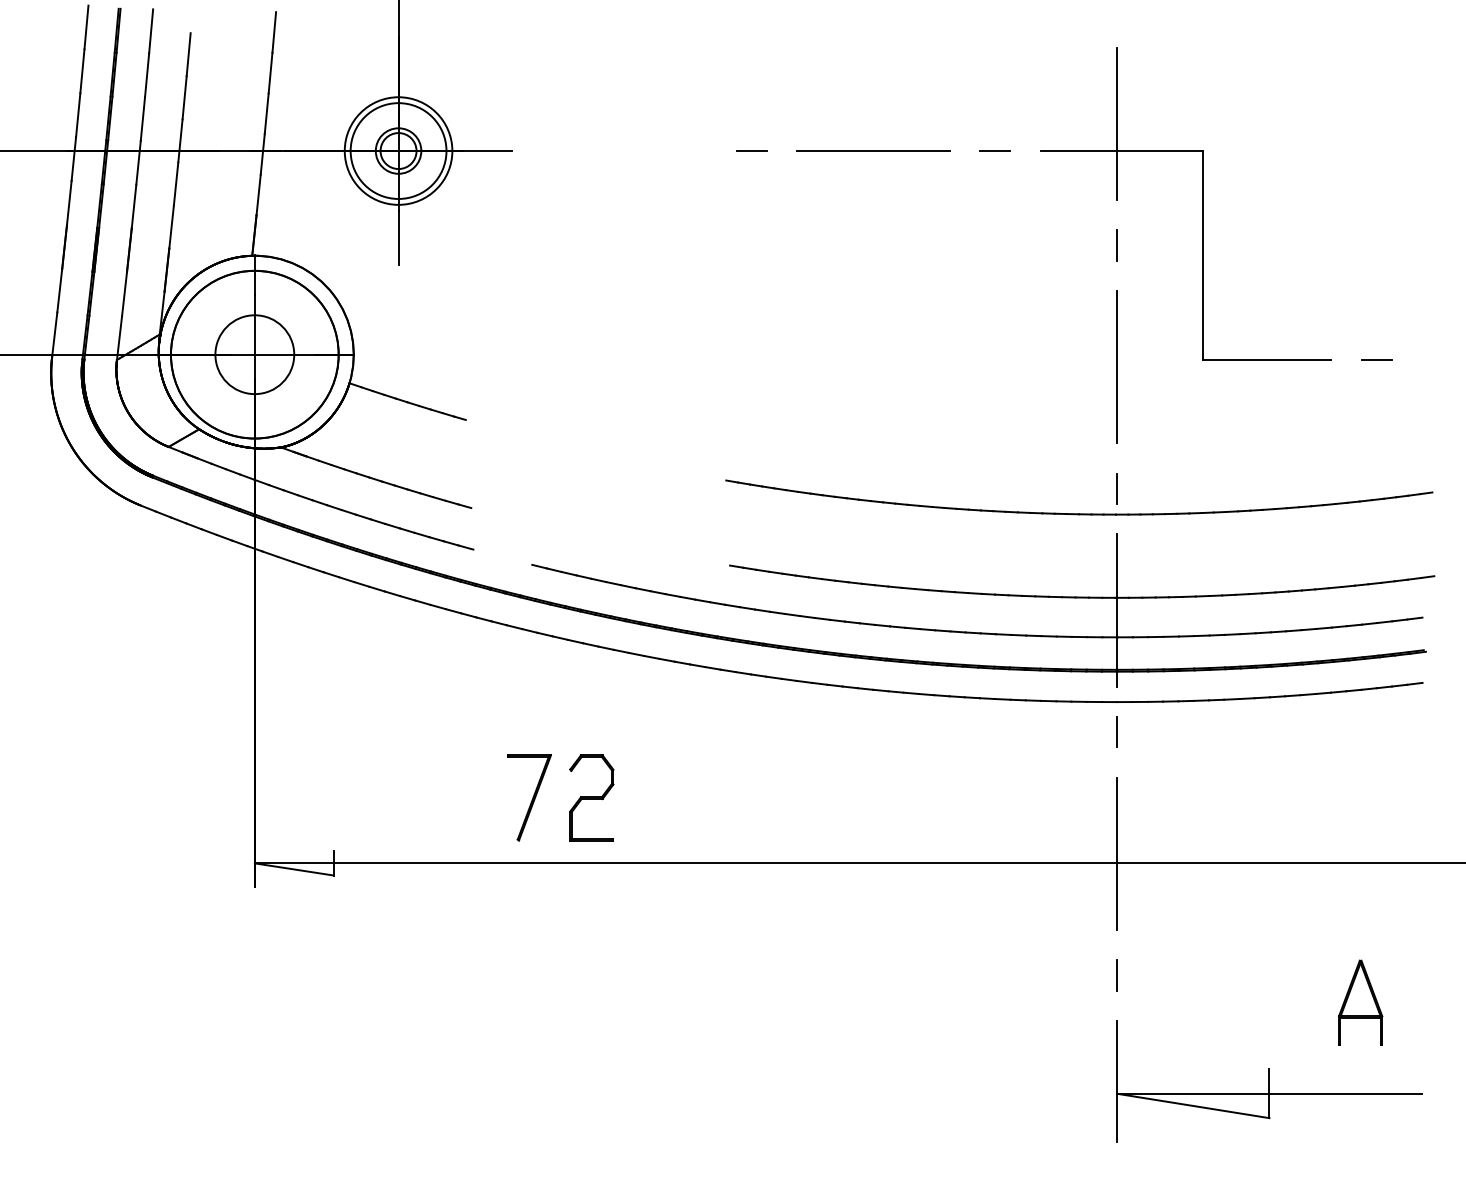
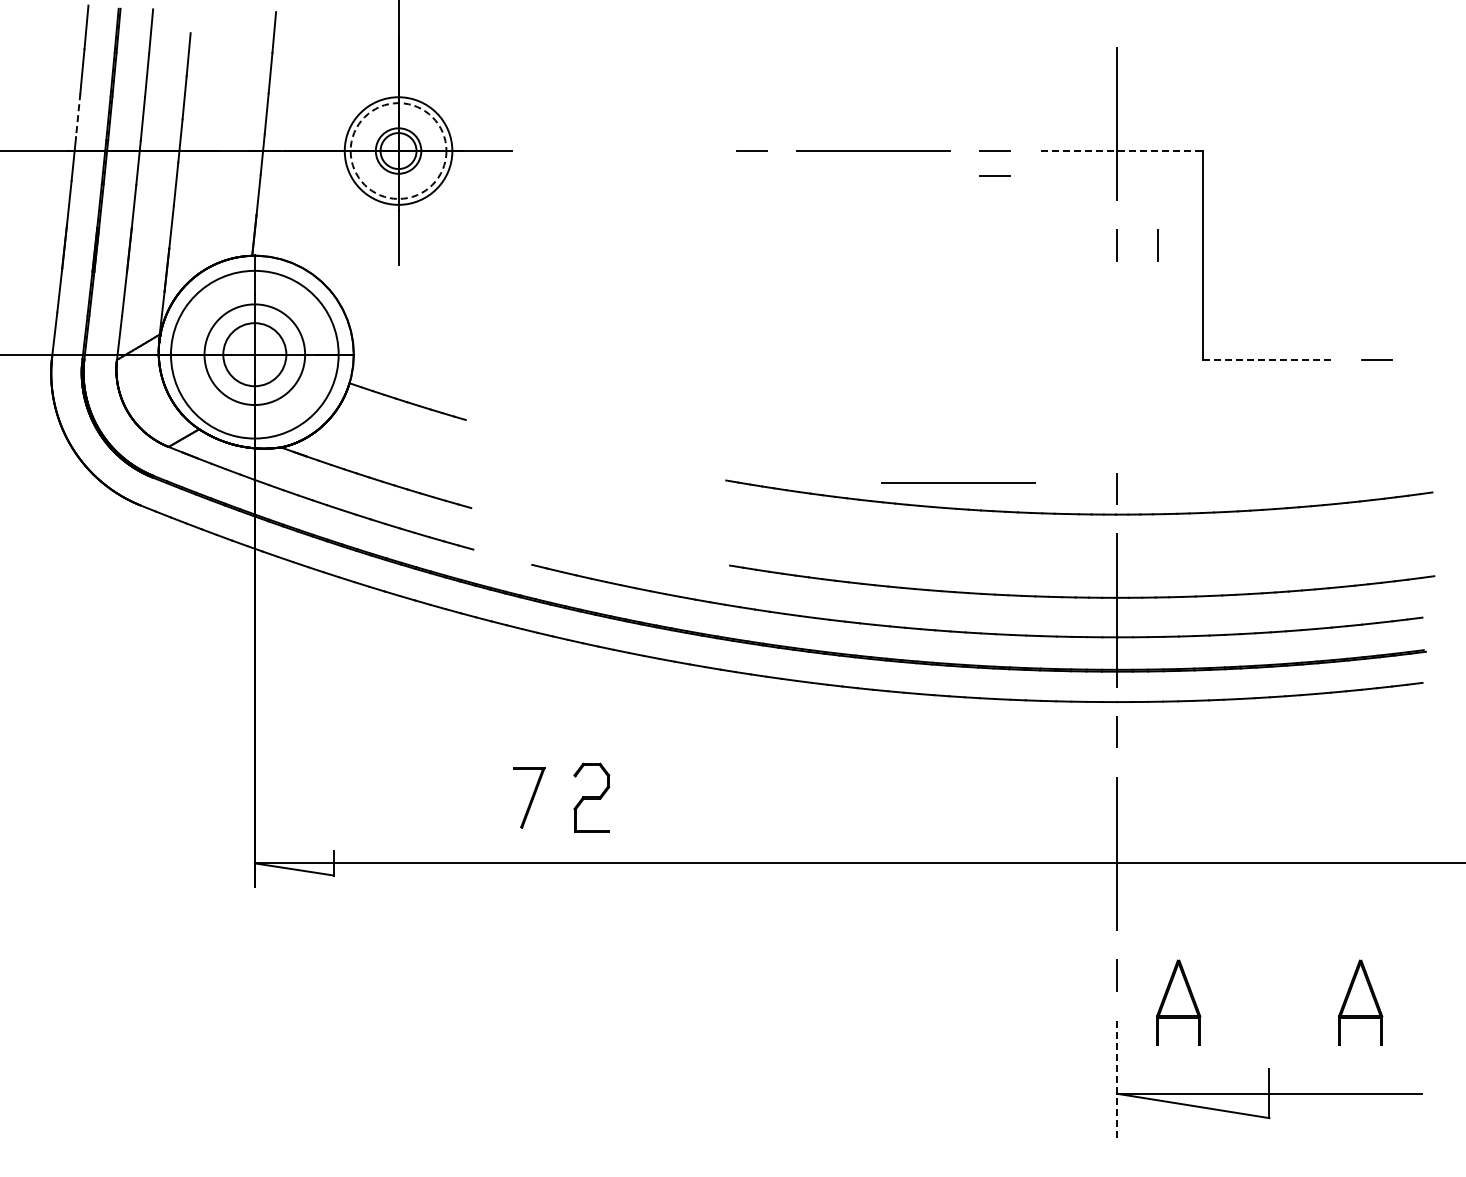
line at (78, 115): solid -> dashed
circle at (398, 150): solid -> dashed
line at (1122, 151): solid -> dashed
line at (994, 175): none -> present
line at (1157, 245): none -> present
circle at (254, 354) diameter: 168 px -> 101 px
circle at (254, 354) diameter: 79 px -> 63 px
line at (1267, 360): solid -> dashed
line at (1116, 366): present -> none
line at (958, 482): none -> present
part at (529, 797) size: 45x88 px -> 33x62 px
part at (591, 797) size: 46x88 px -> 38x71 px
part at (1178, 1002): none -> present
line at (1117, 1082): solid -> dashed
